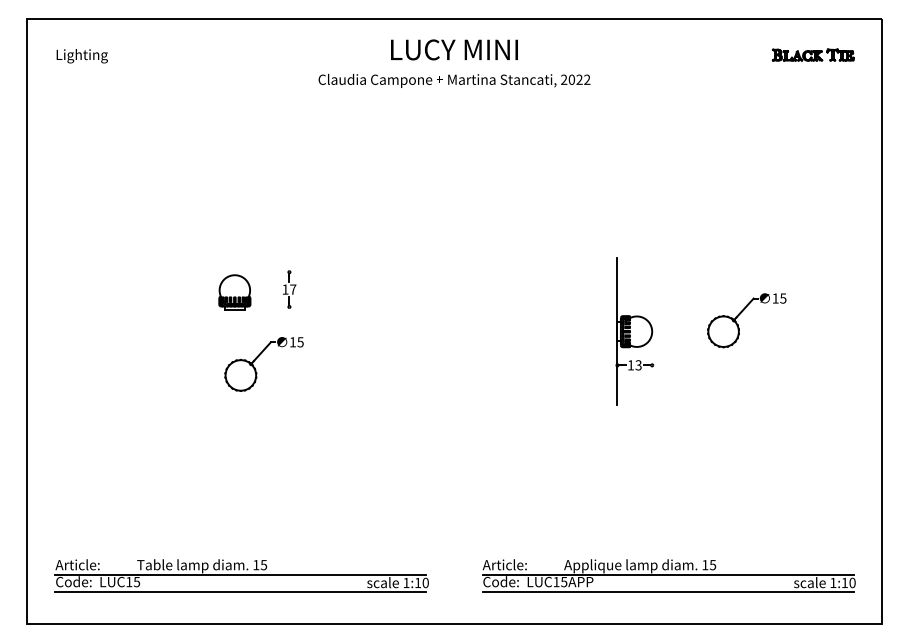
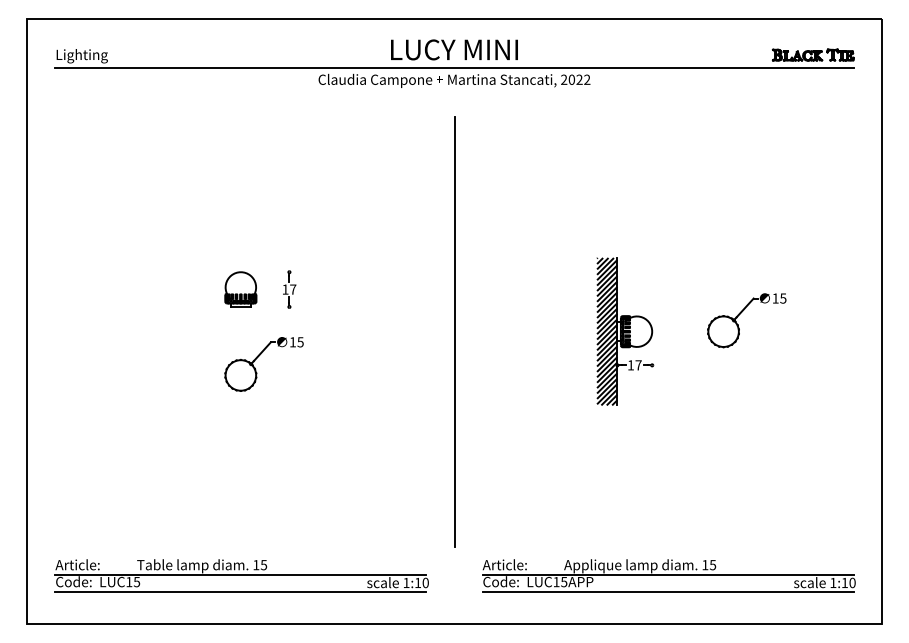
line at (454, 68): none -> present
part at (234, 292) position: (234, 292) -> (240, 289)
line at (454, 331): none -> present
hatch at (607, 331): none -> present
text at (638, 365): 13 -> 17
